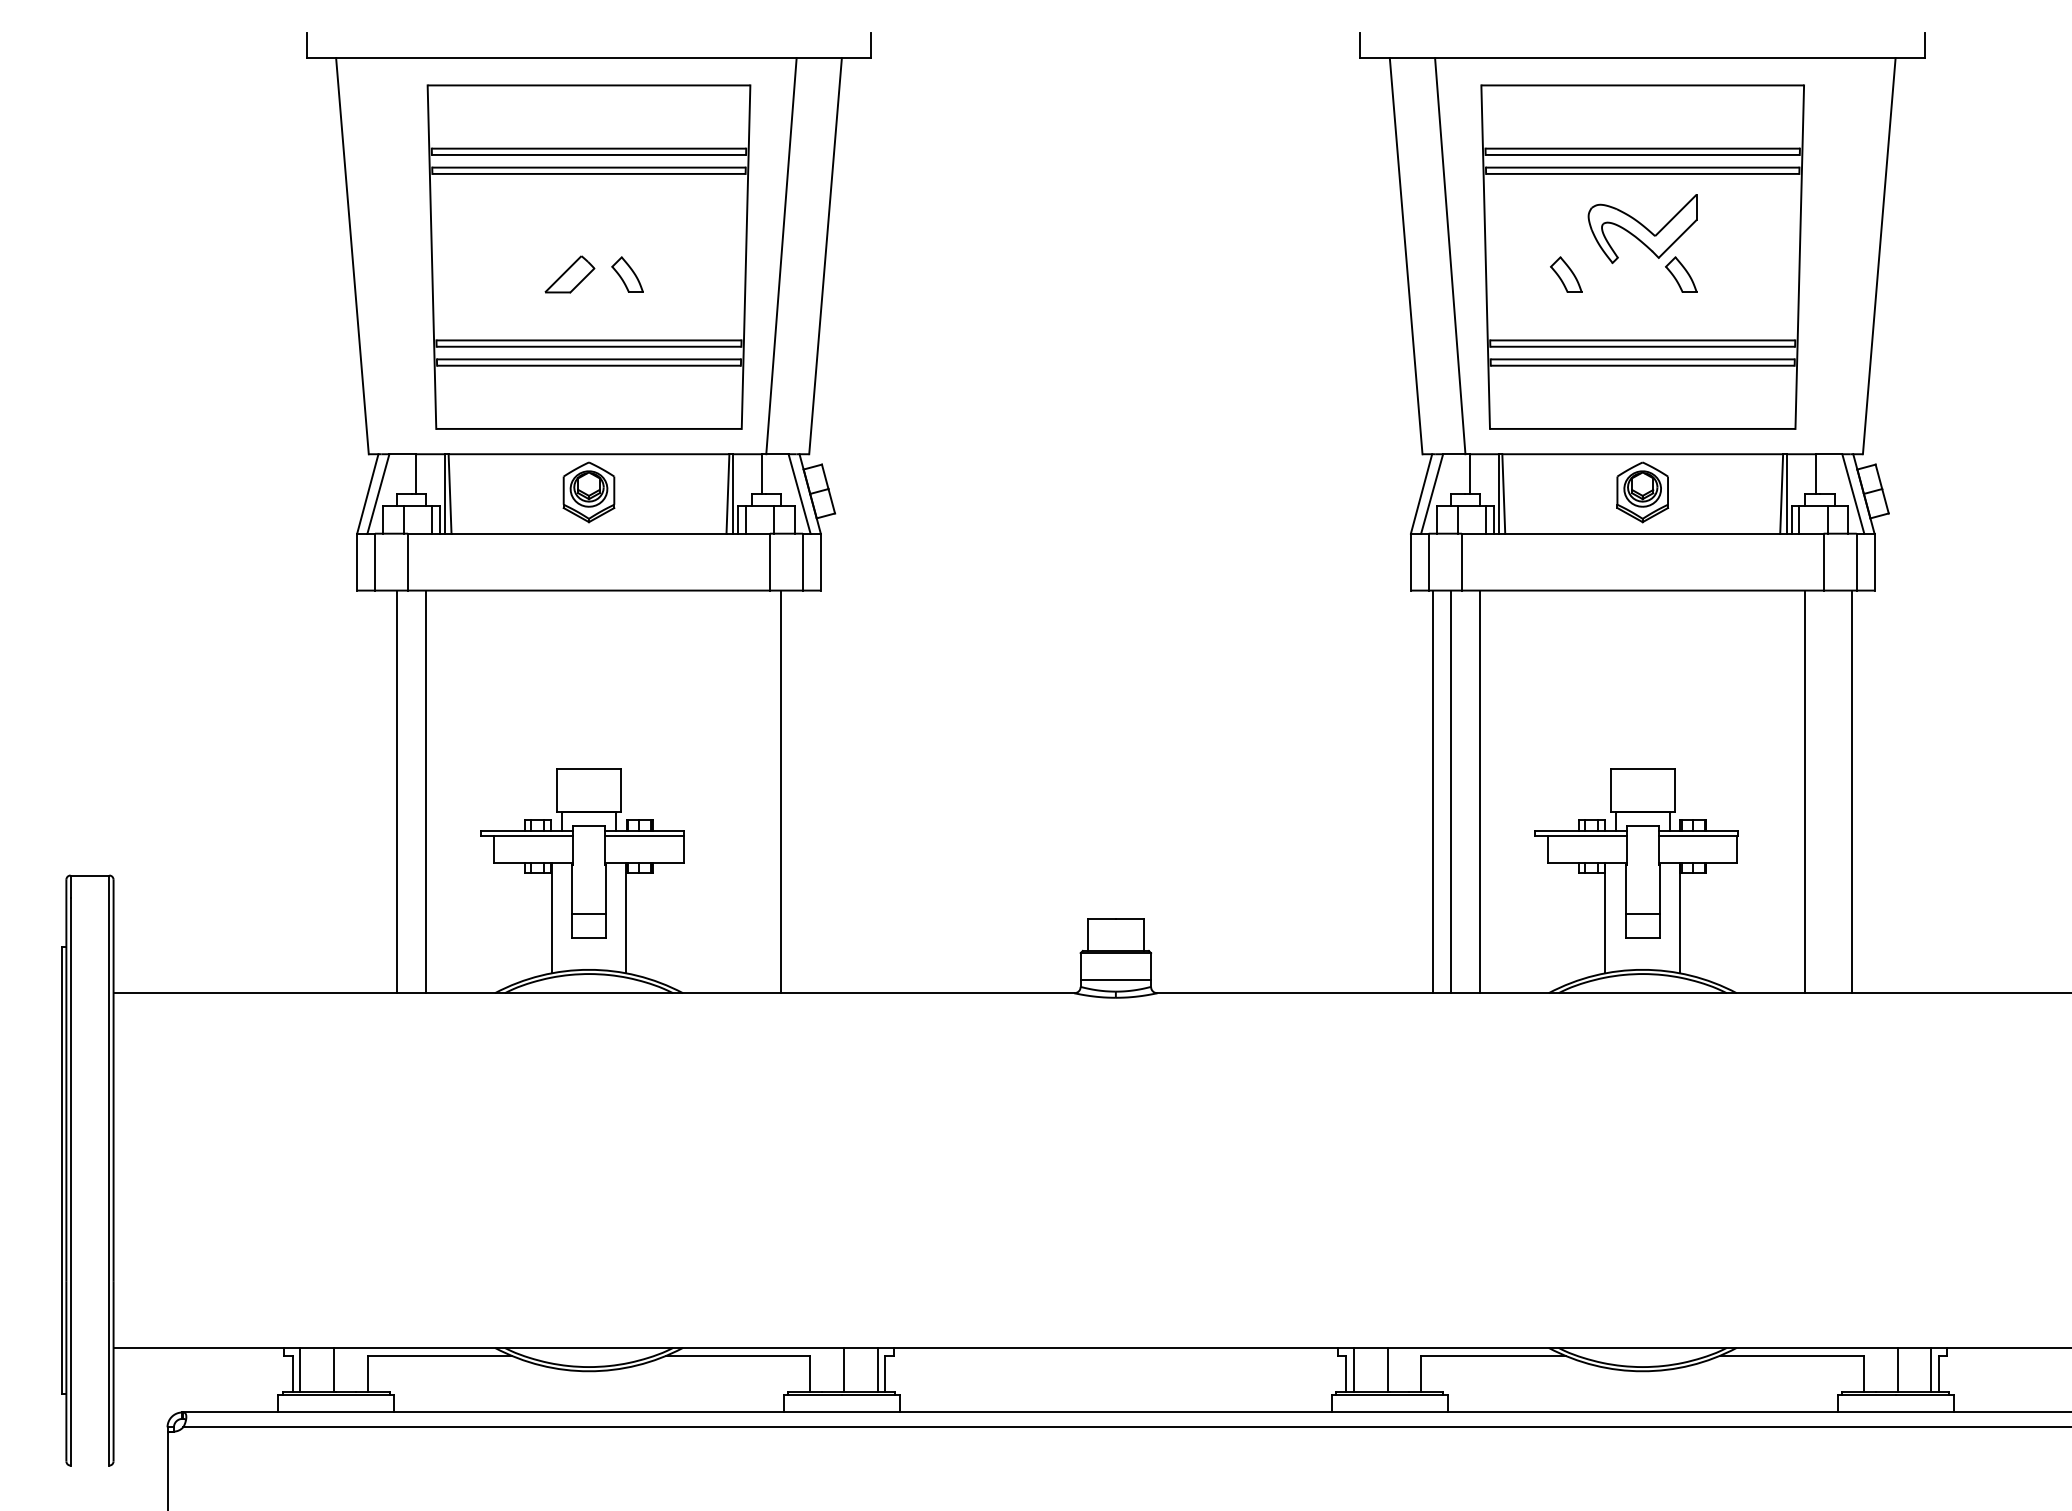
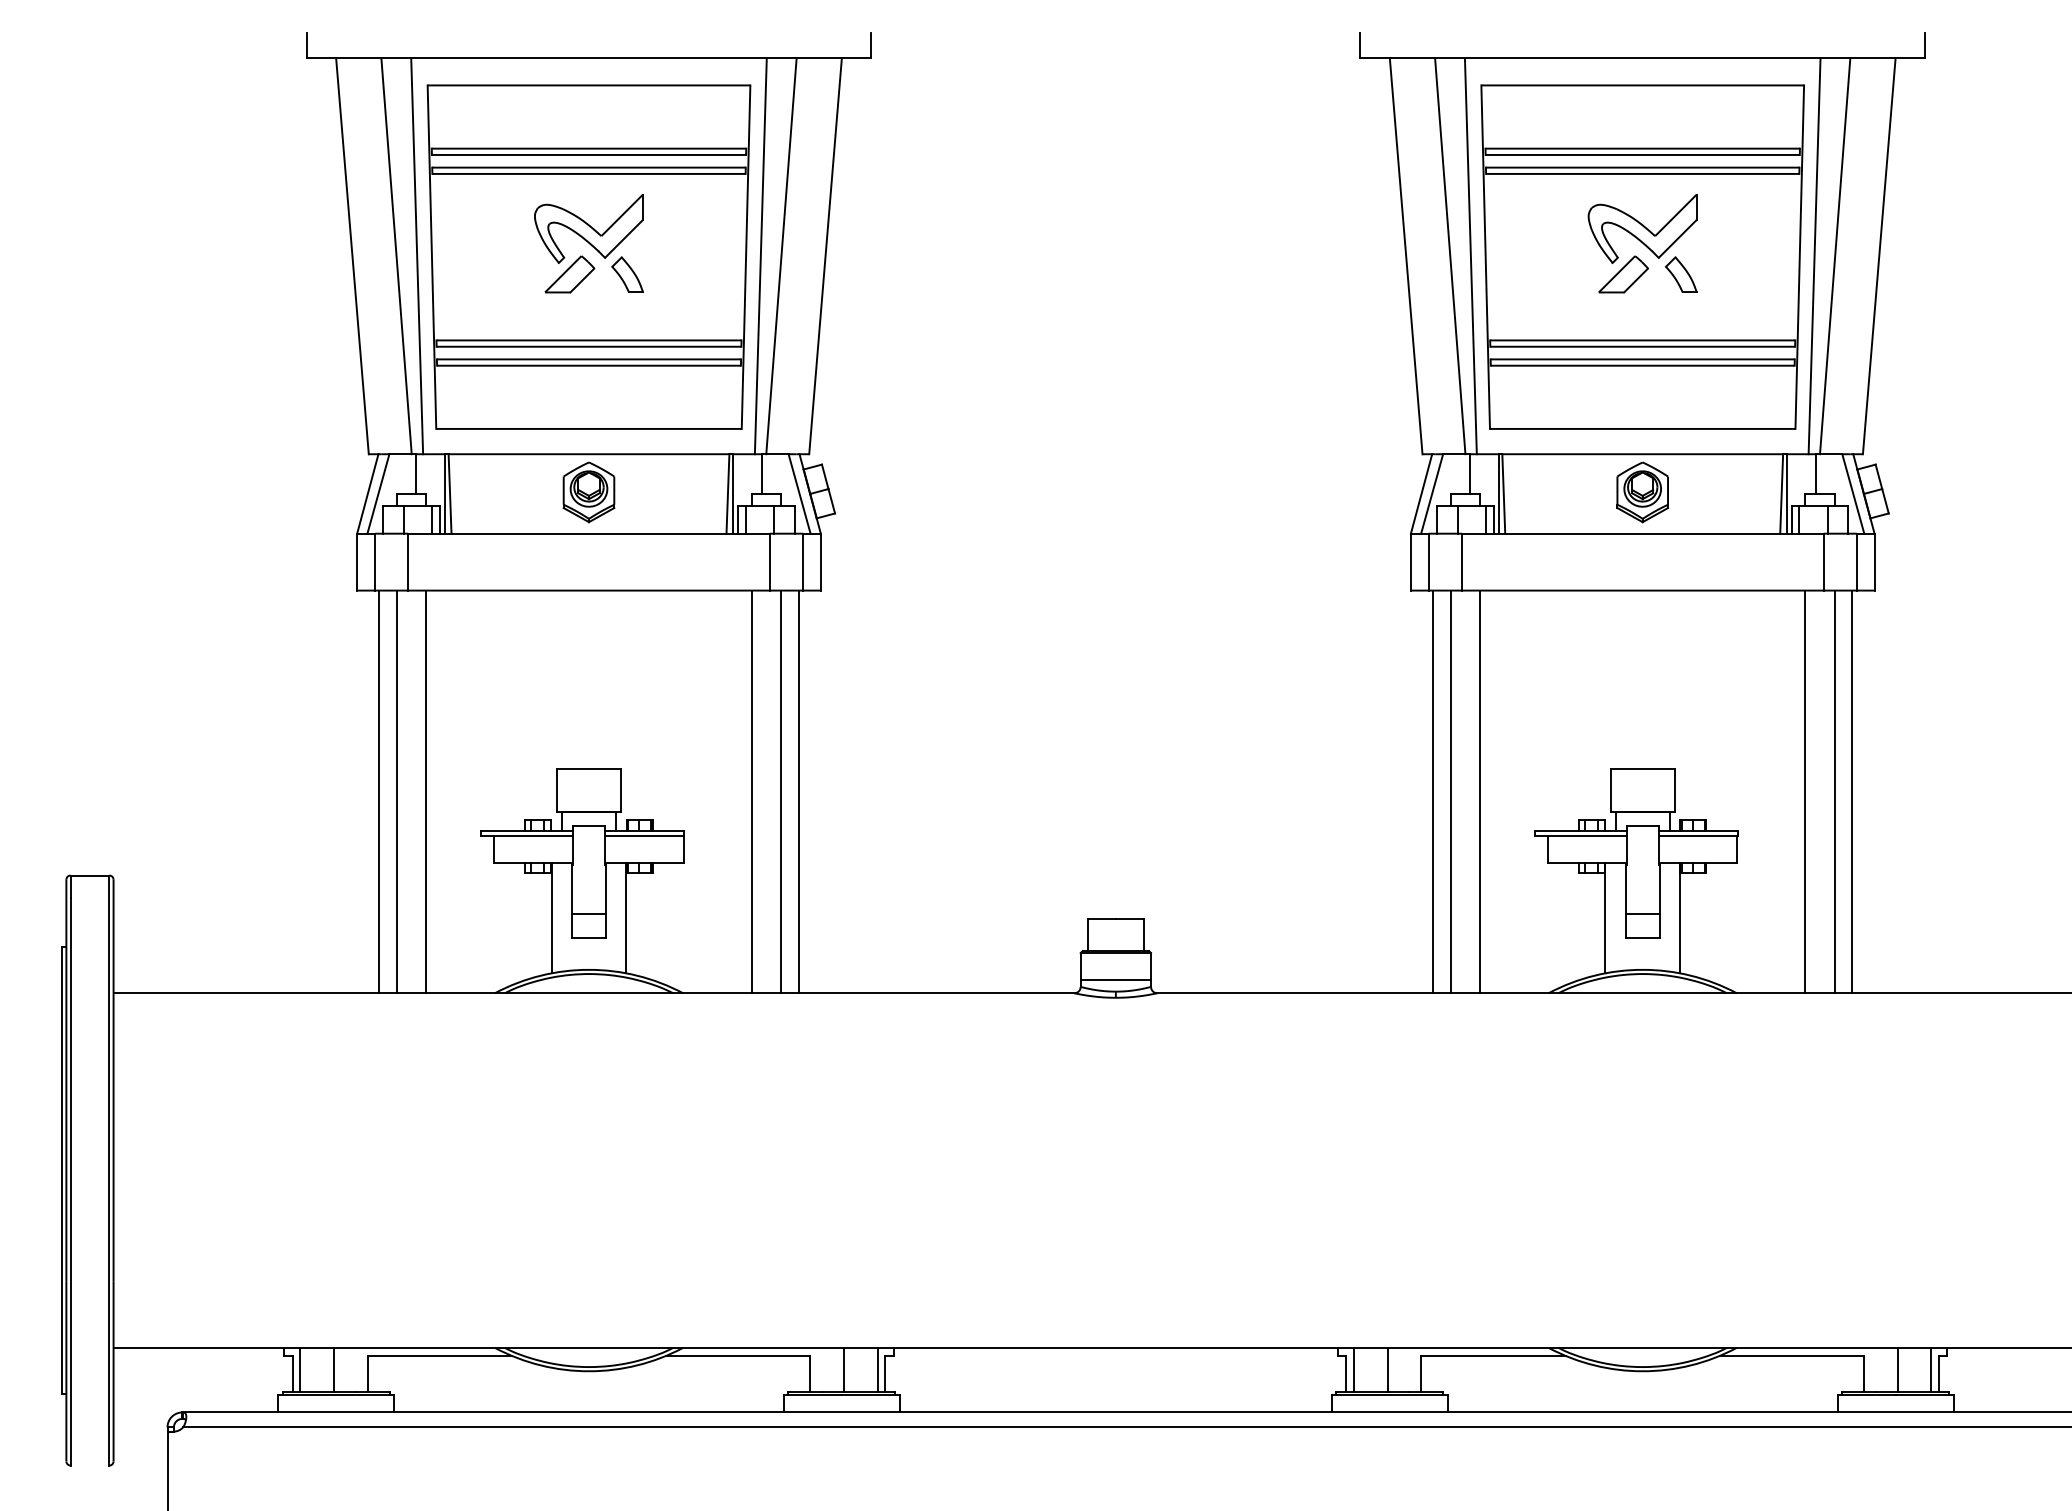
part at (588, 228): none -> present
line at (396, 256): none -> present
line at (417, 256): none -> present
line at (760, 256): none -> present
line at (1470, 256): none -> present
line at (1814, 256): none -> present
line at (1835, 256): none -> present
part at (1566, 274): present -> none
part at (1623, 274): none -> present
line at (379, 791): none -> present
line at (751, 791): none -> present
line at (798, 791): none -> present
line at (1834, 791): none -> present
